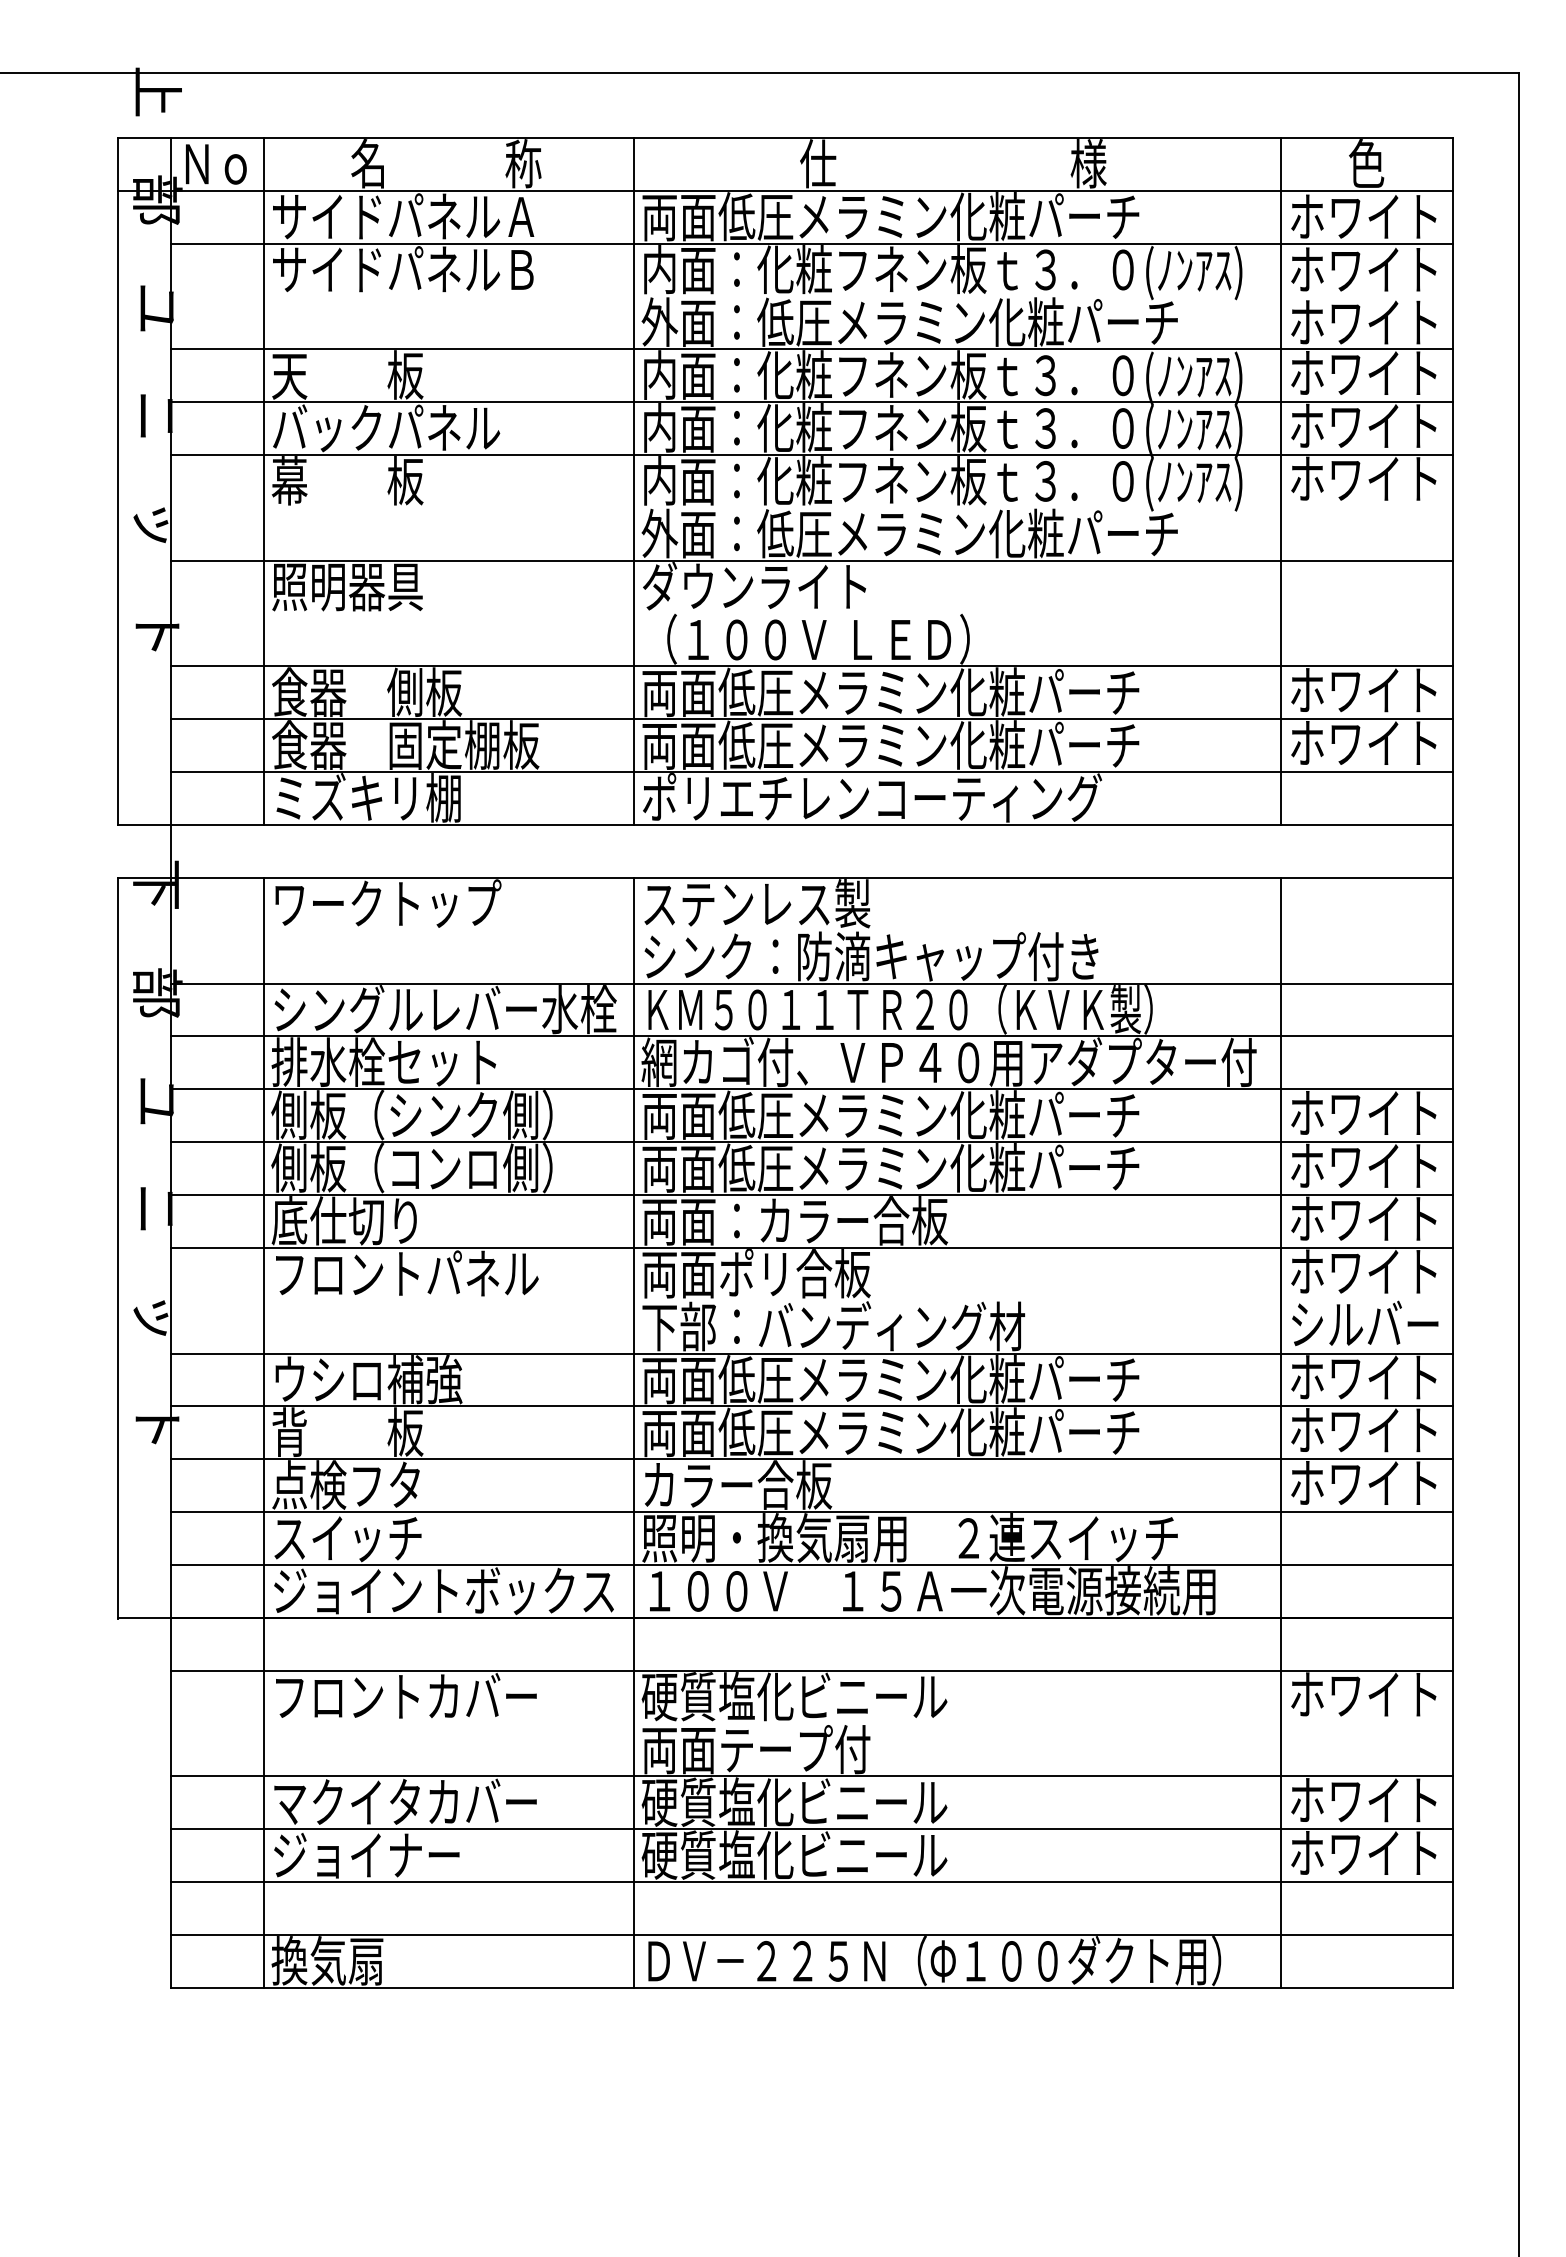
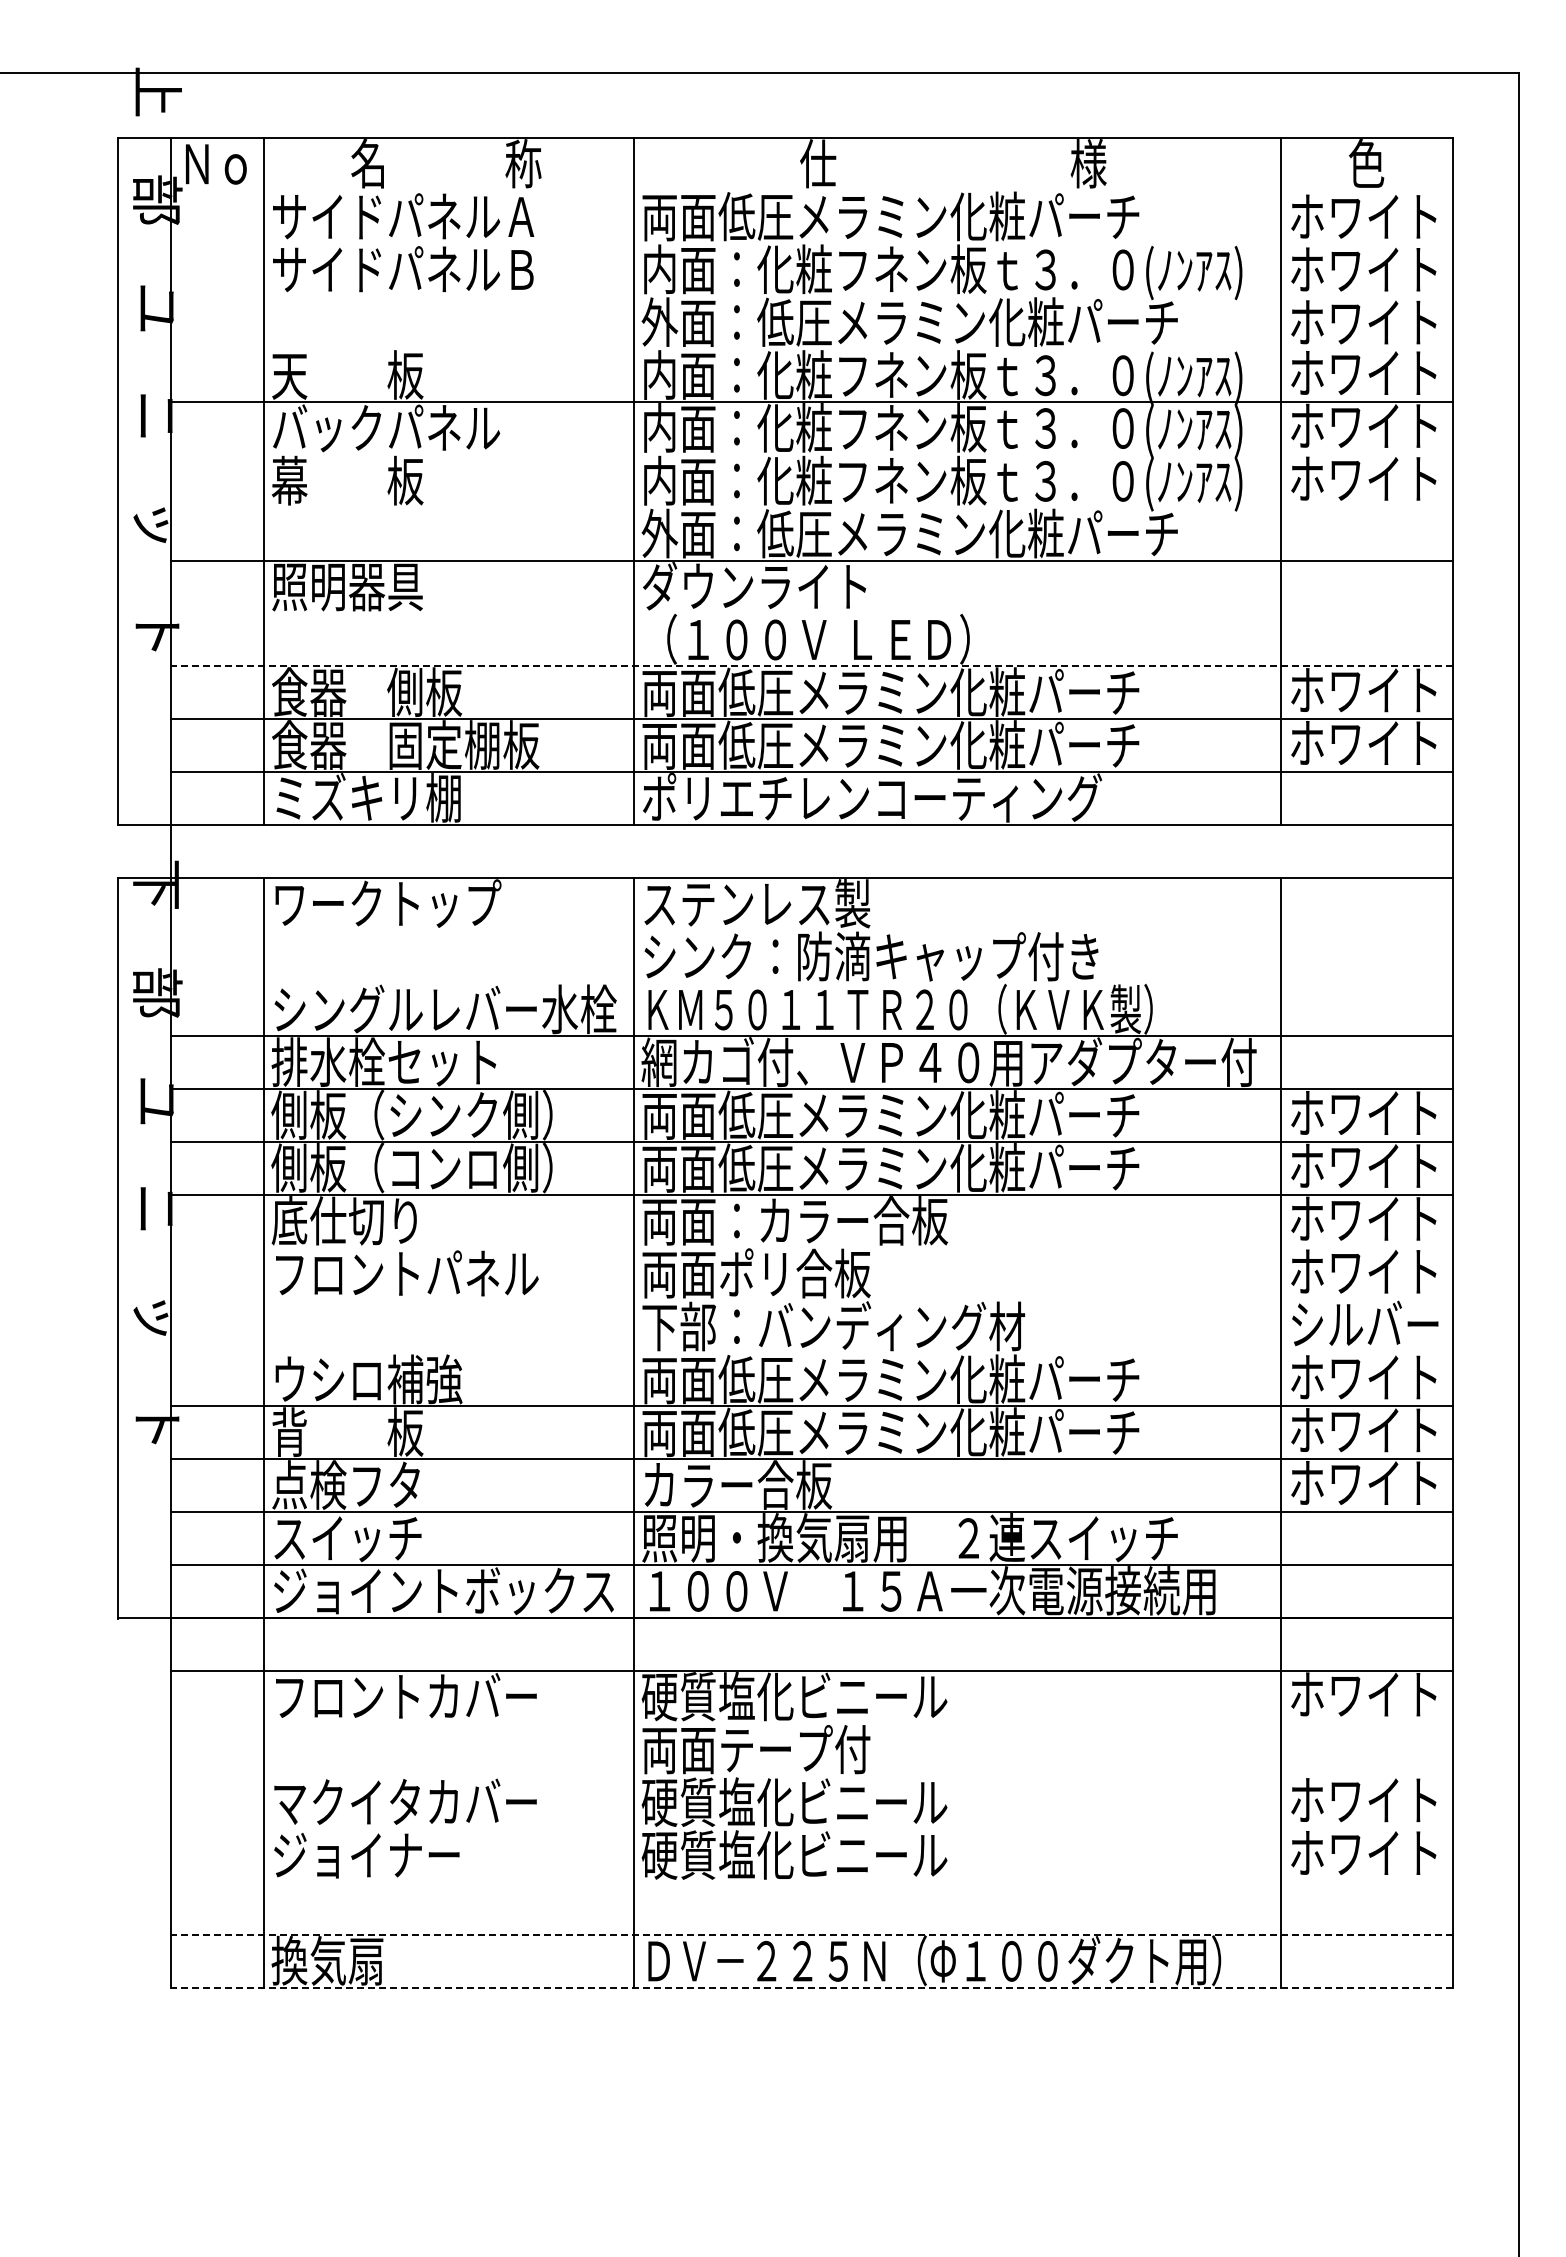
line at (785, 190): present -> none
line at (812, 243): present -> none
line at (812, 349): present -> none
line at (812, 455): present -> none
line at (812, 666): solid -> dashed
line at (812, 983): present -> none
line at (812, 1247): present -> none
line at (812, 1353): present -> none
line at (812, 1776): present -> none
line at (812, 1829): present -> none
line at (812, 1882): present -> none
line at (812, 1935): solid -> dashed
line at (812, 1987): solid -> dashed
